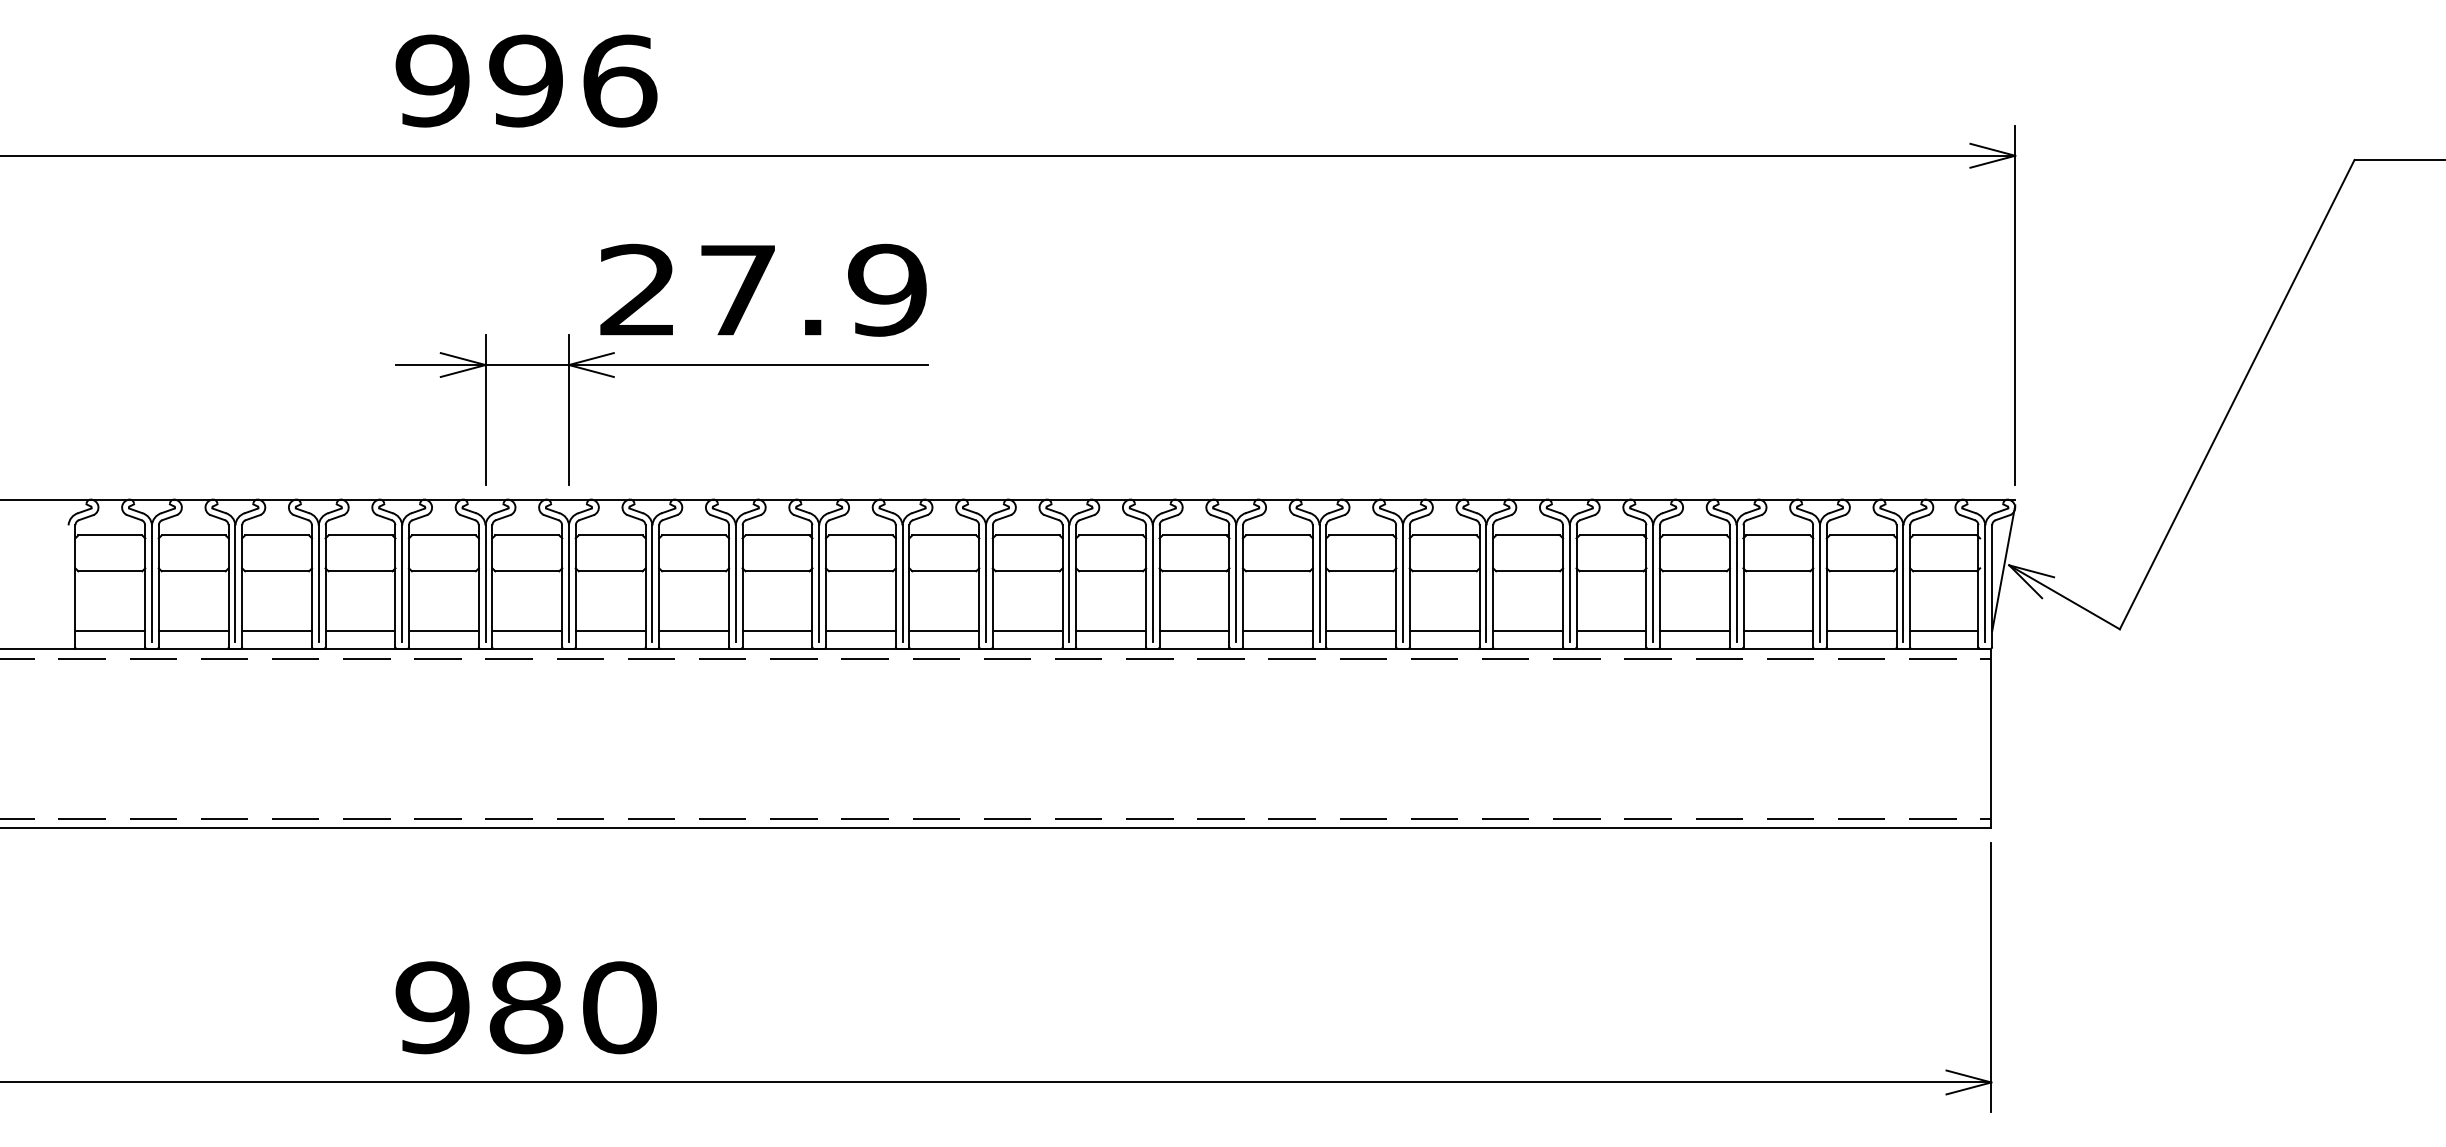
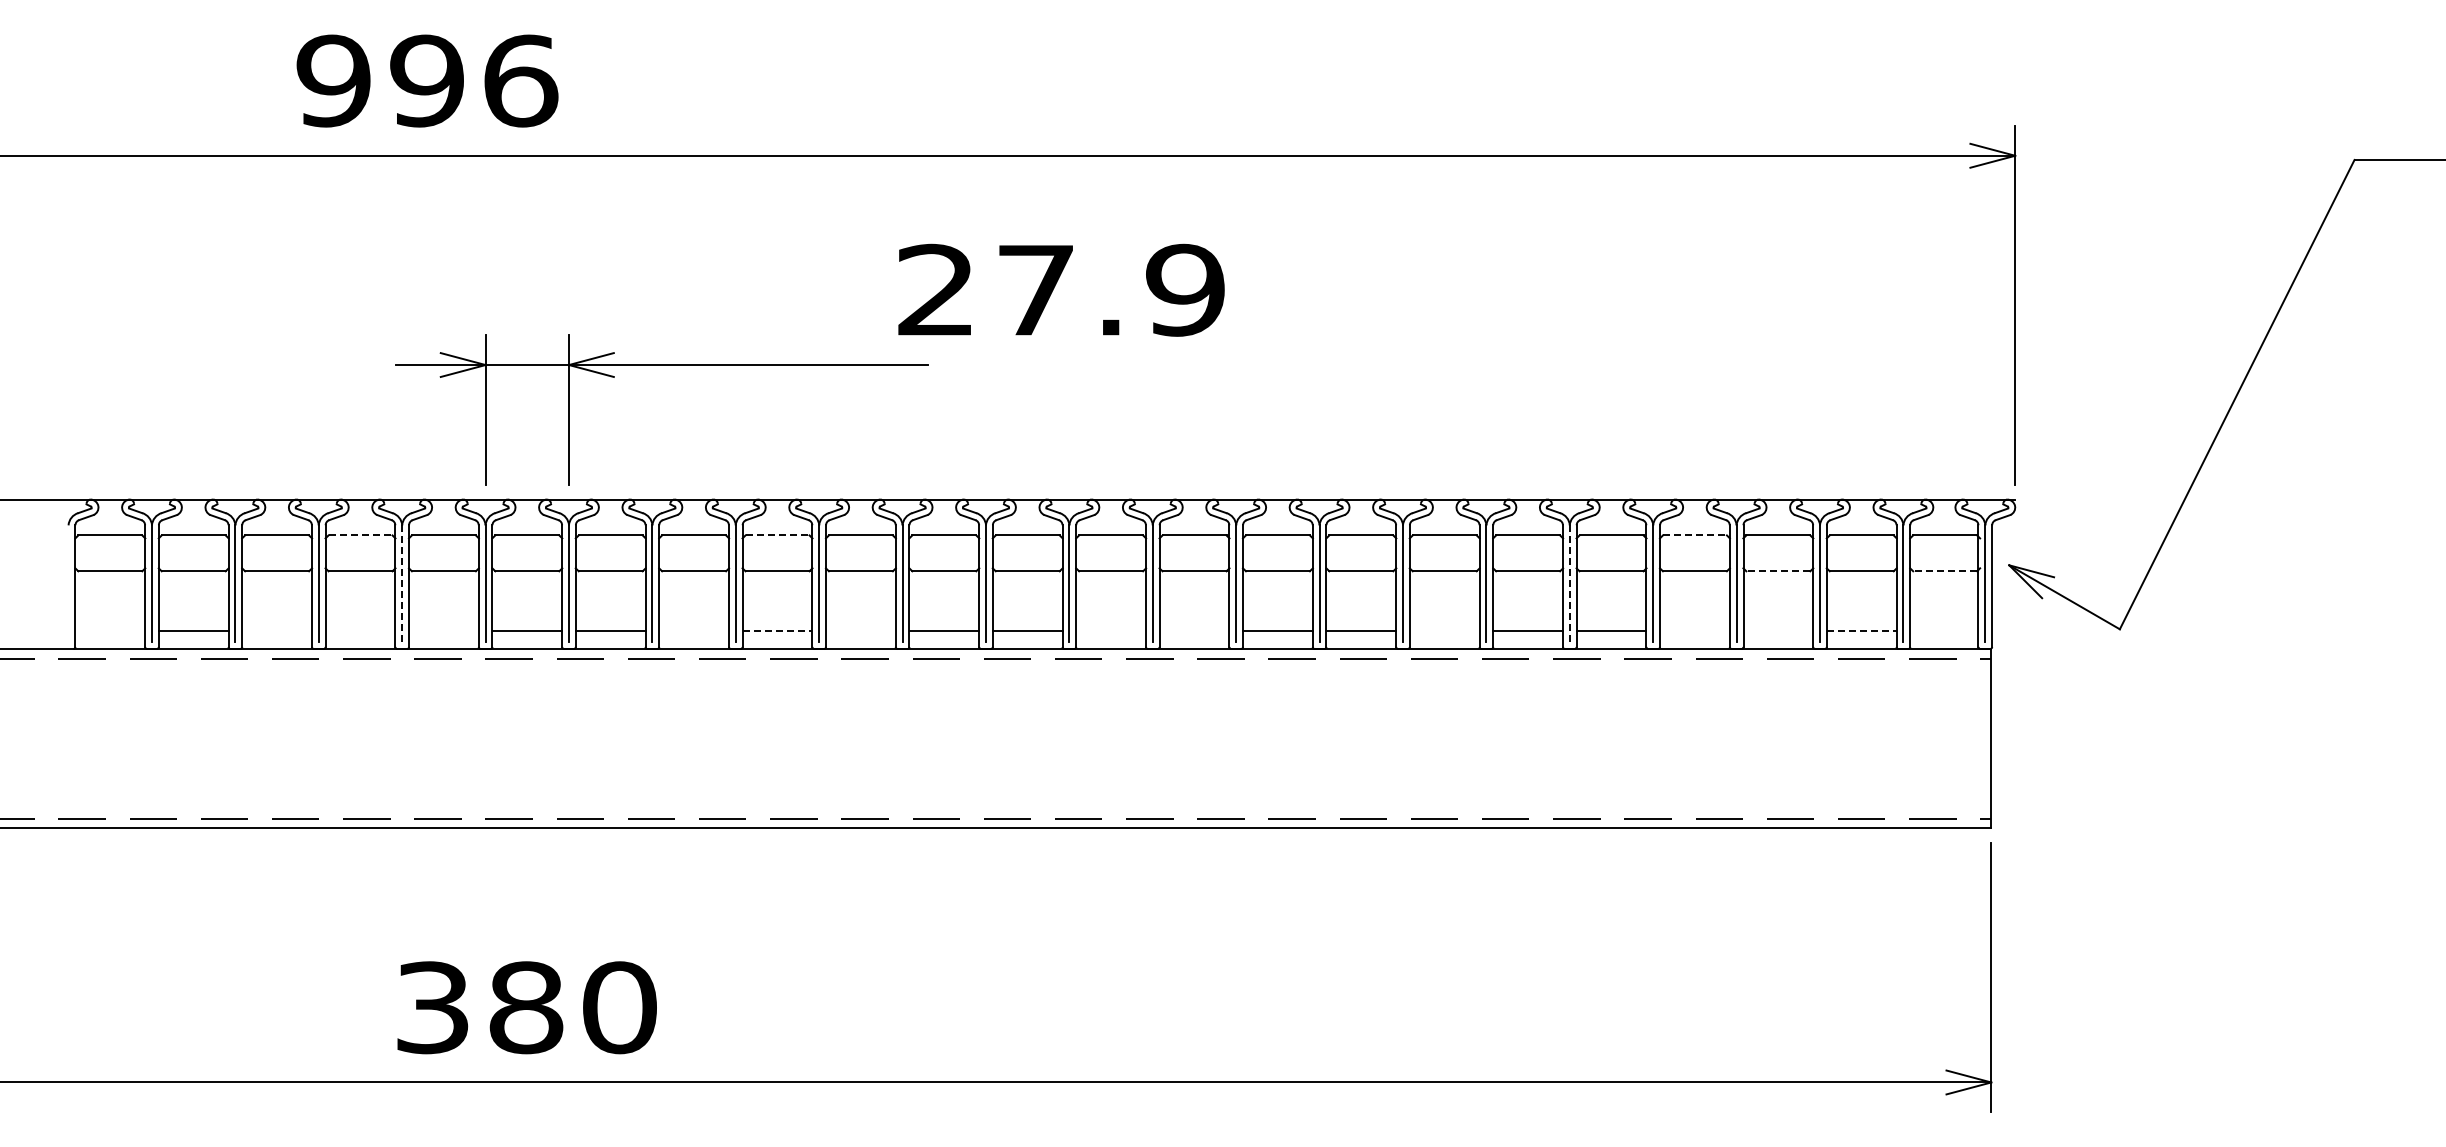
text at (526, 80) position: (526, 80) -> (427, 80)
text at (763, 289) position: (763, 289) -> (1061, 289)
line at (360, 535): solid -> dashed
line at (777, 535): solid -> dashed
line at (1694, 535): solid -> dashed
line at (2003, 568): present -> none
line at (1778, 571): solid -> dashed
line at (1945, 571): solid -> dashed
line at (402, 583): solid -> dashed
line at (1569, 583): solid -> dashed
line at (110, 631): present -> none
line at (276, 631): present -> none
line at (360, 631): present -> none
line at (443, 631): present -> none
line at (693, 631): present -> none
line at (777, 631): solid -> dashed
line at (860, 631): present -> none
line at (1110, 631): present -> none
line at (1194, 631): present -> none
line at (1444, 631): present -> none
line at (1694, 631): present -> none
line at (1778, 631): present -> none
line at (1861, 631): solid -> dashed
line at (1944, 631): present -> none
text at (432, 1007): 980 -> 380
